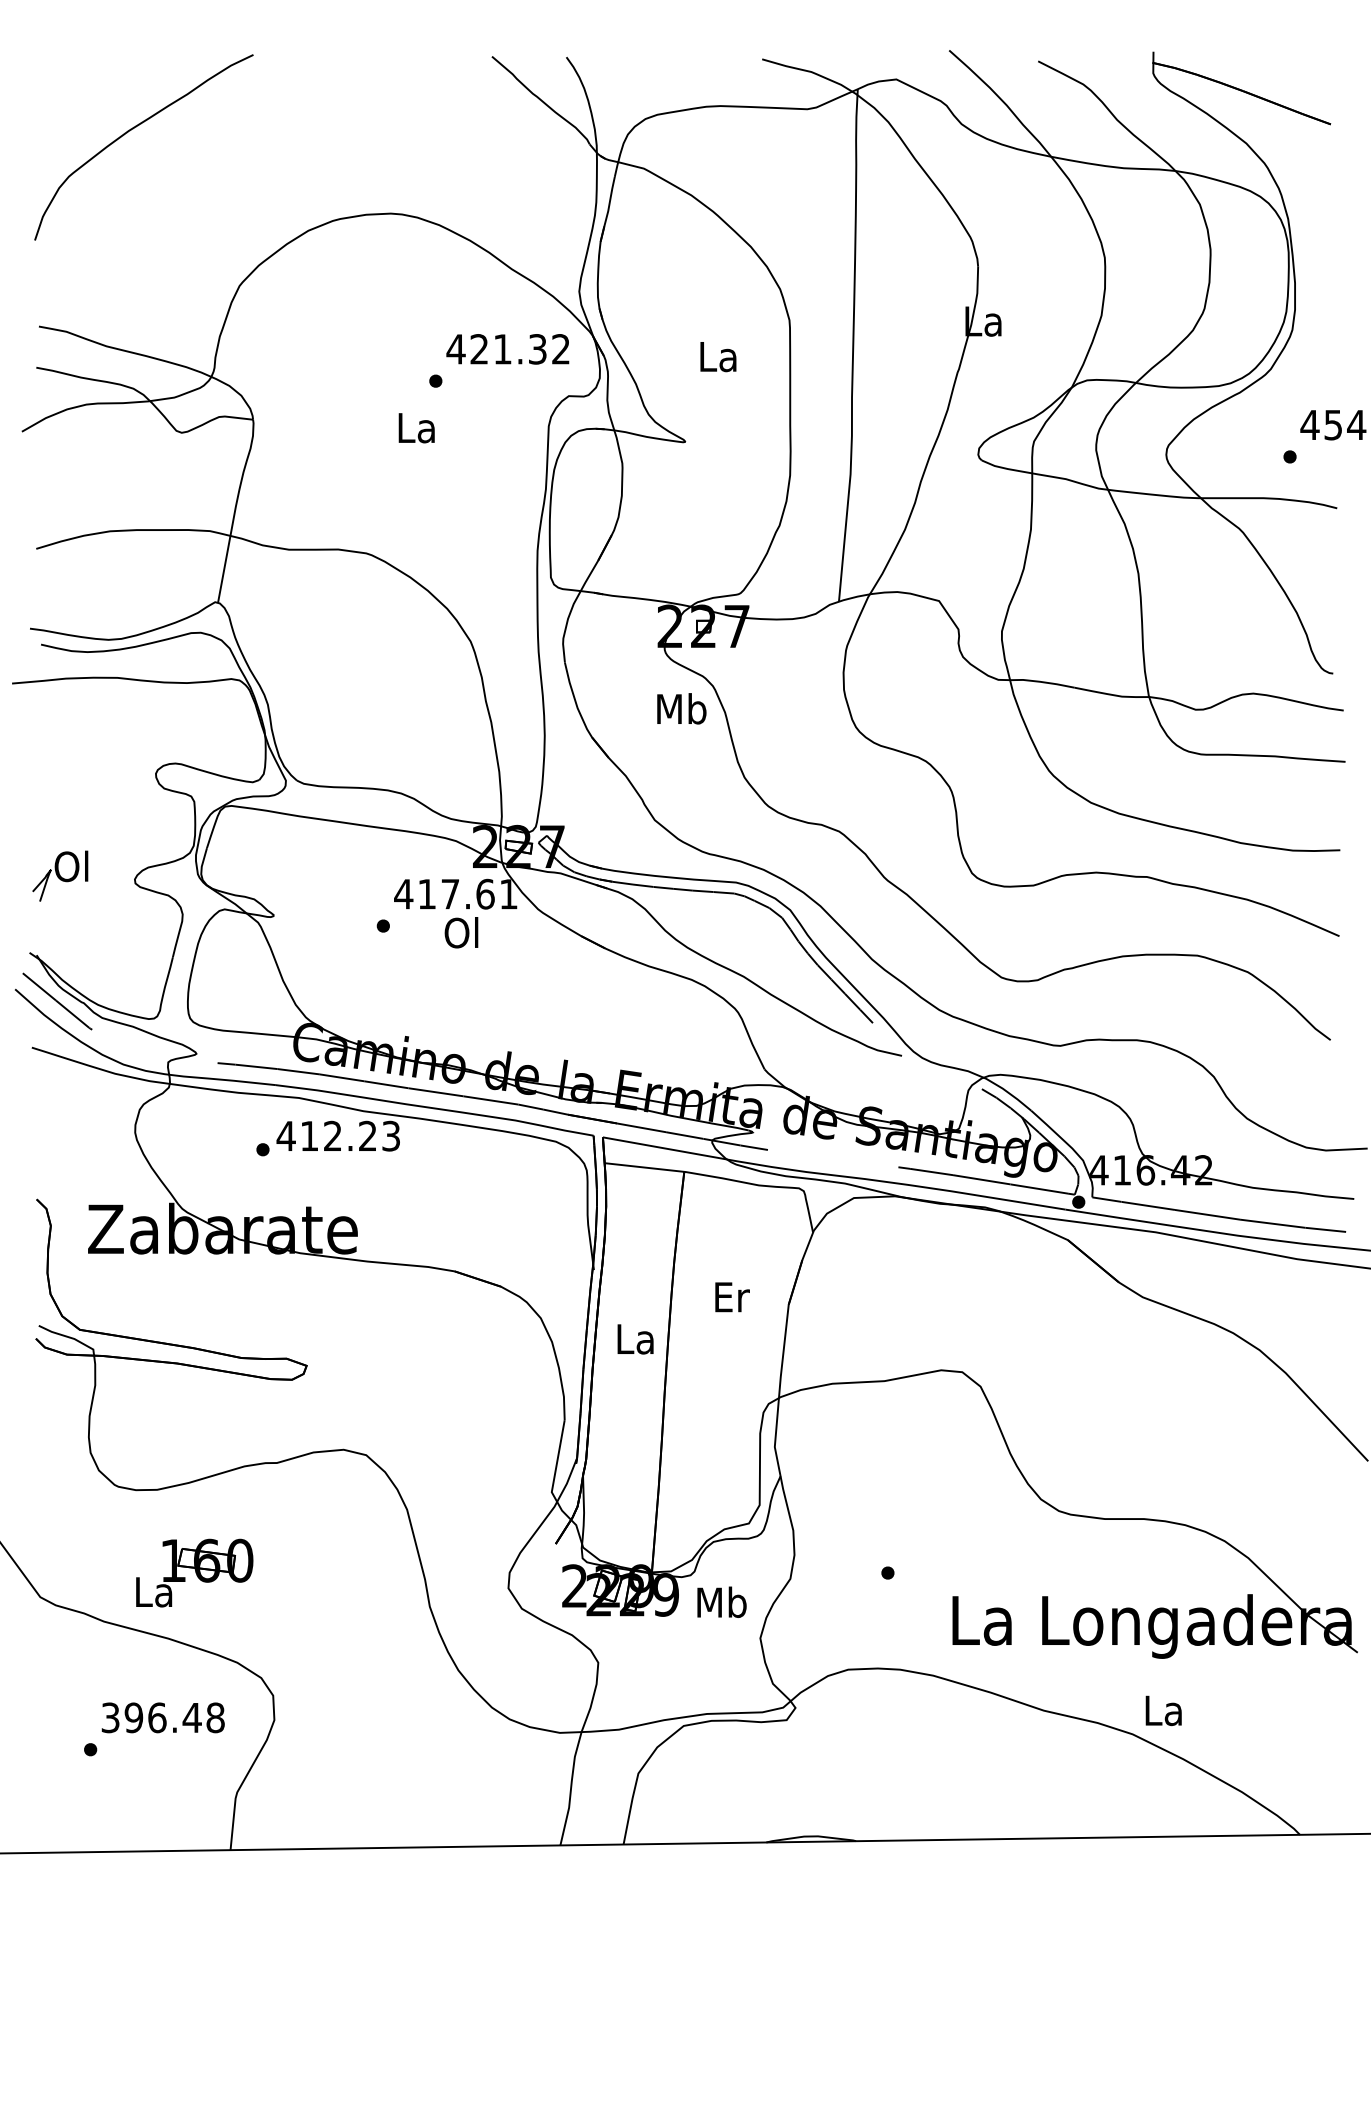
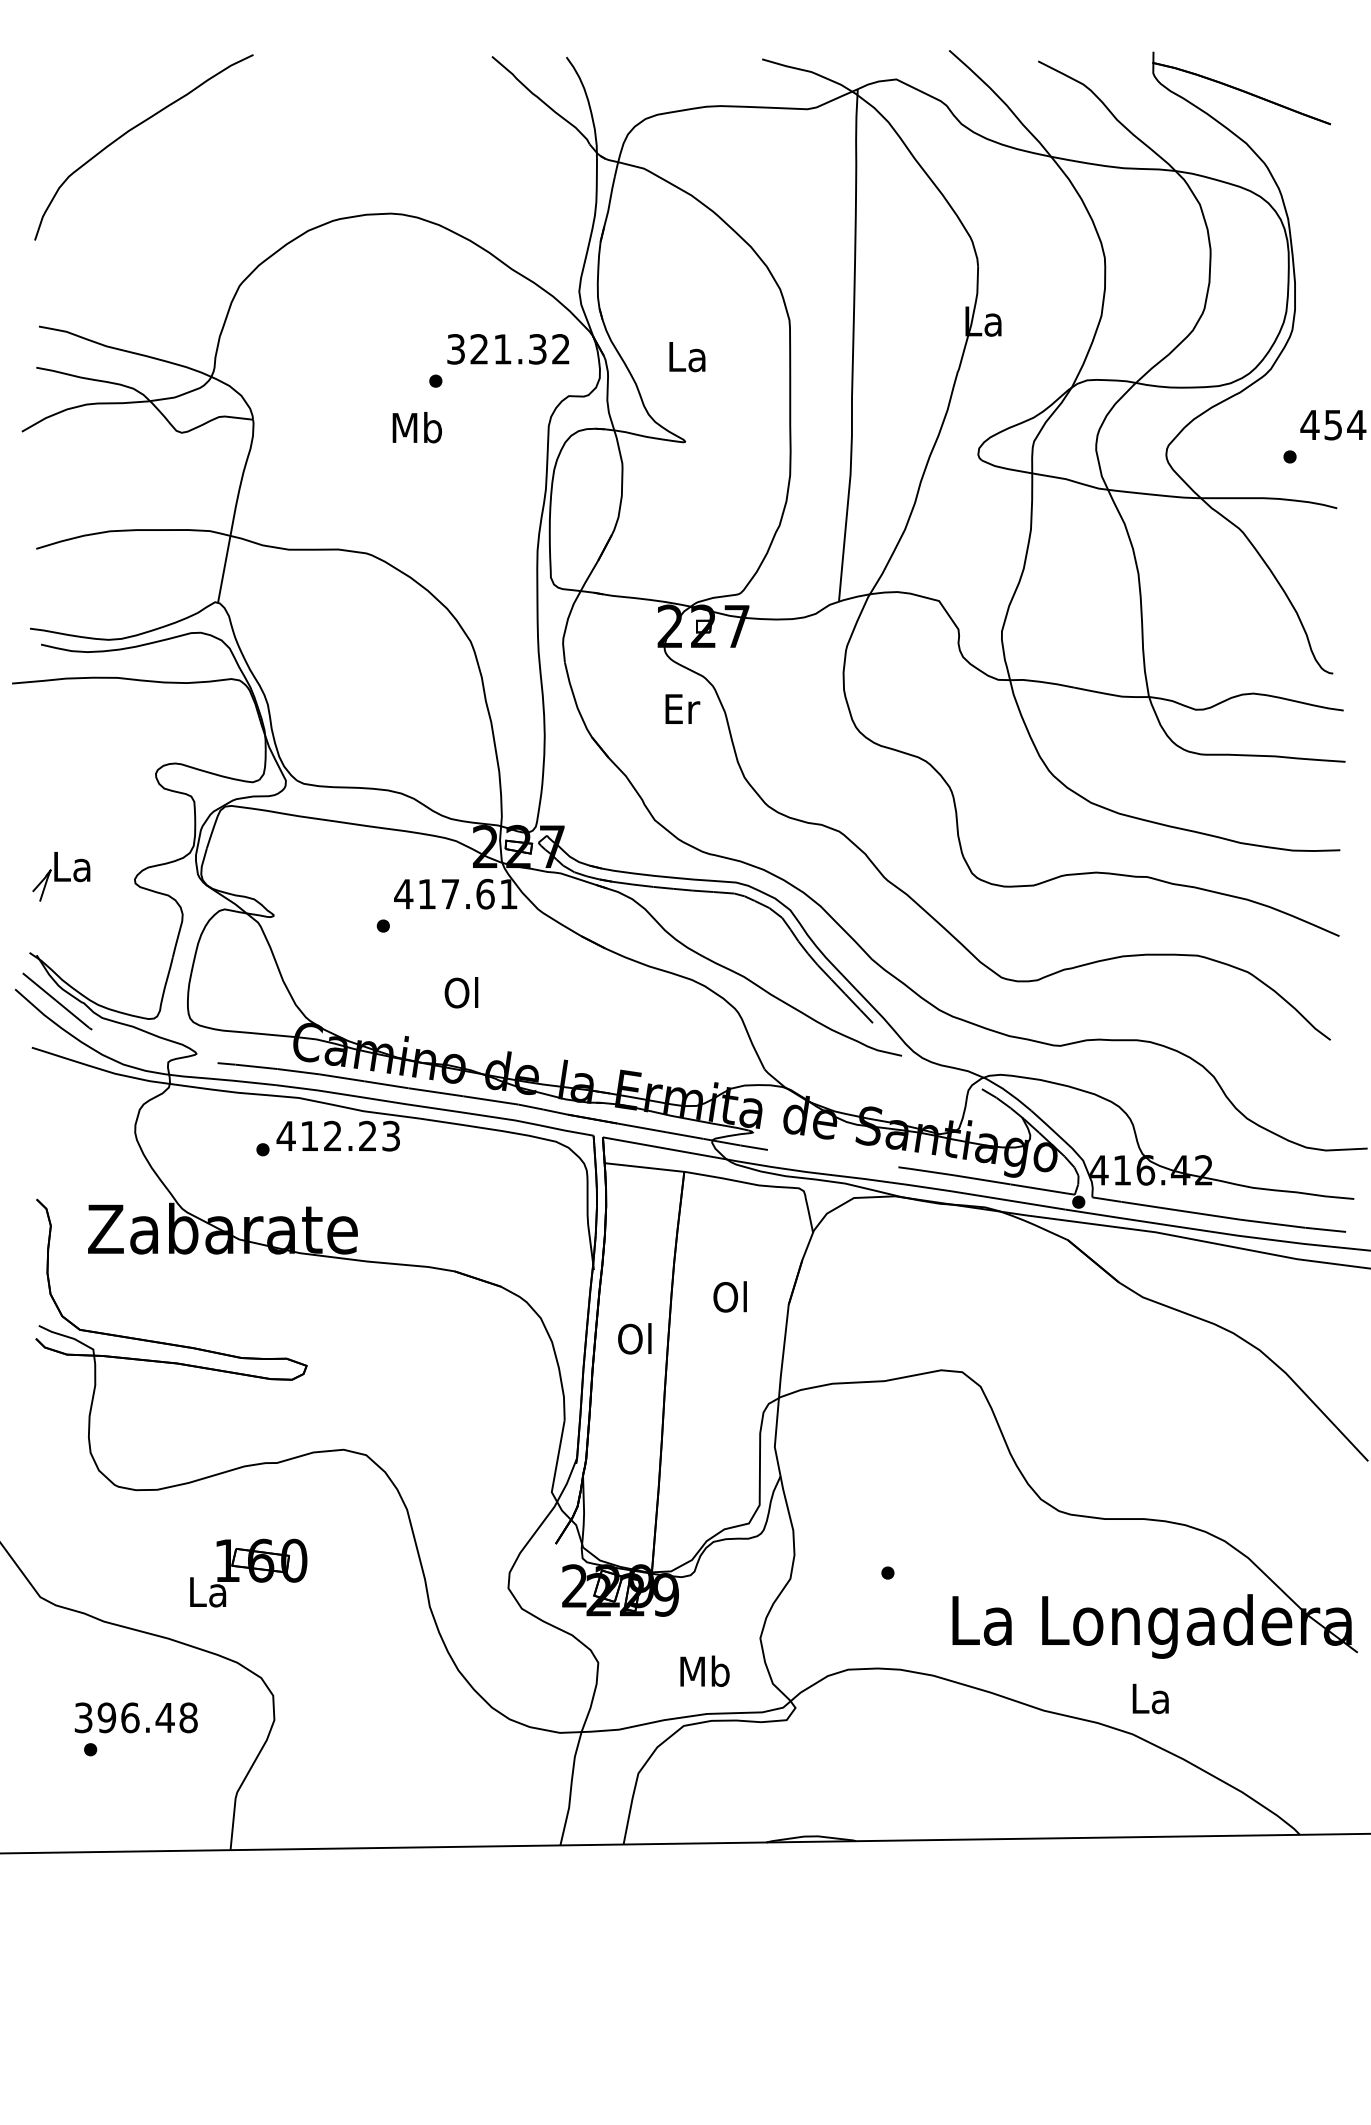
text at (455, 349): 421.32 -> 321.32
text at (718, 357) position: (718, 357) -> (687, 357)
text at (416, 427): La -> Mb
text at (681, 708): Mb -> Er
text at (72, 866): Ol -> La
text at (461, 932) position: (461, 932) -> (461, 992)
text at (731, 1296): Er -> Ol
text at (635, 1338): La -> Ol
part at (194, 1572) position: (194, 1572) -> (248, 1572)
text at (721, 1601) position: (721, 1601) -> (704, 1670)
text at (1163, 1710) position: (1163, 1710) -> (1150, 1698)
text at (162, 1717) position: (162, 1717) -> (135, 1717)
